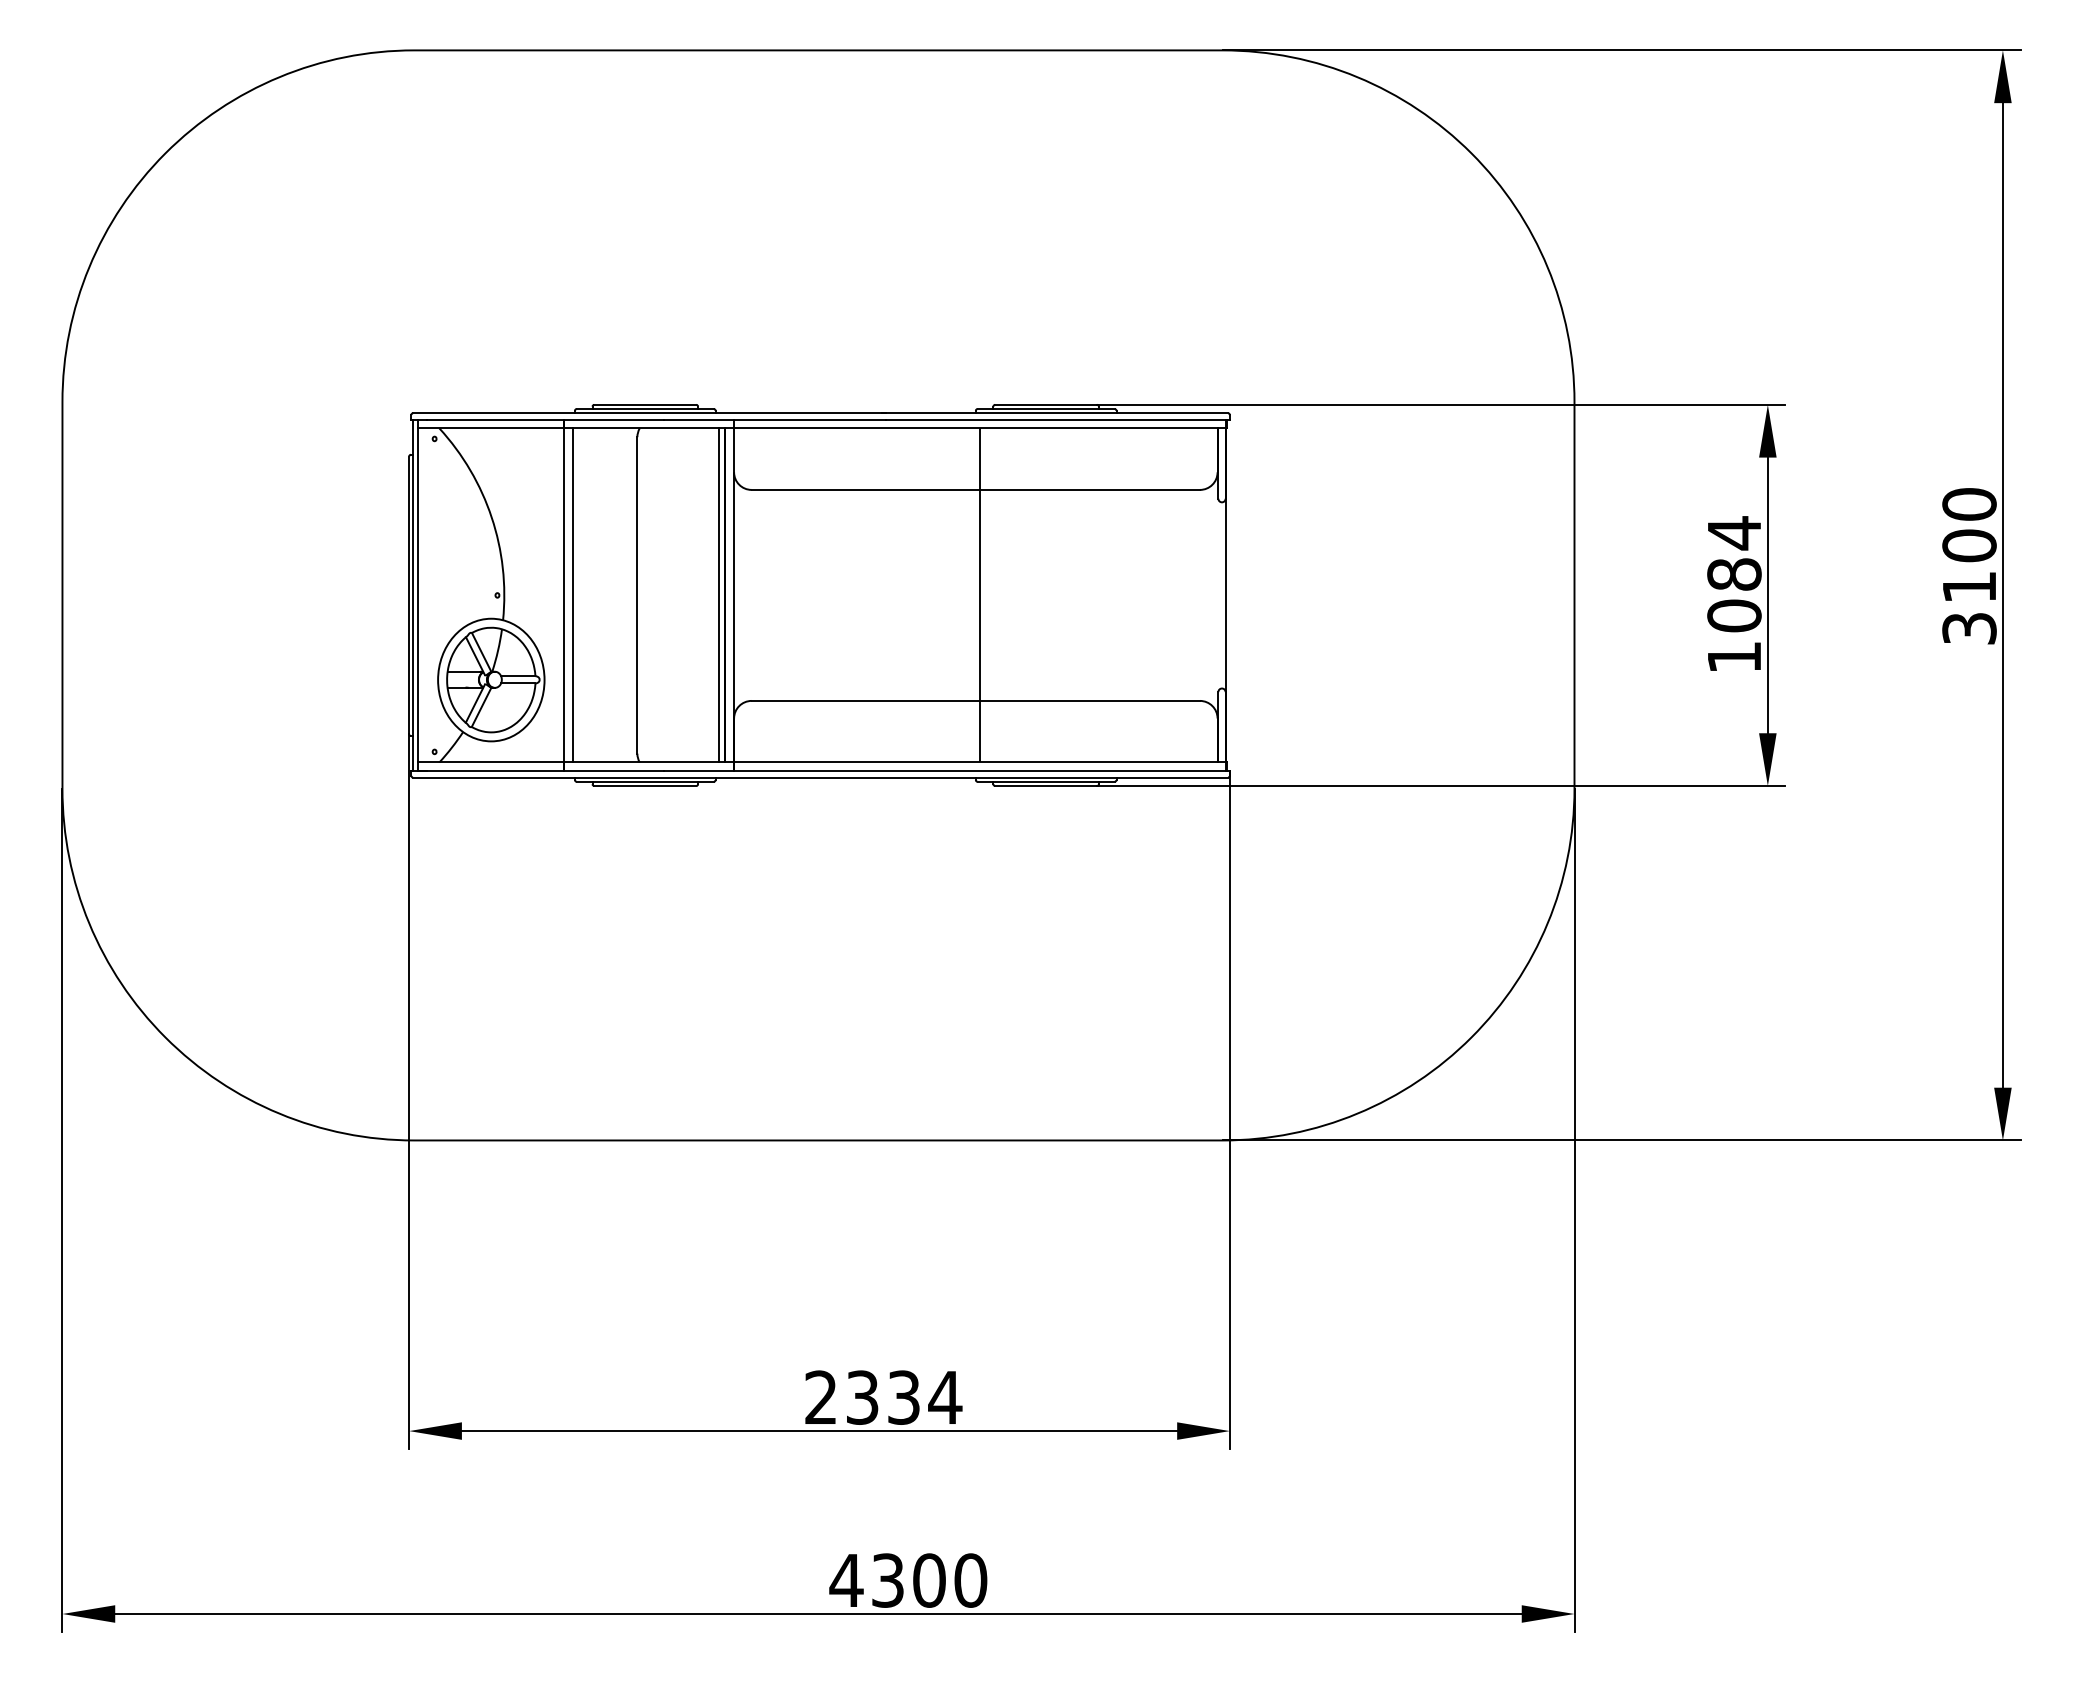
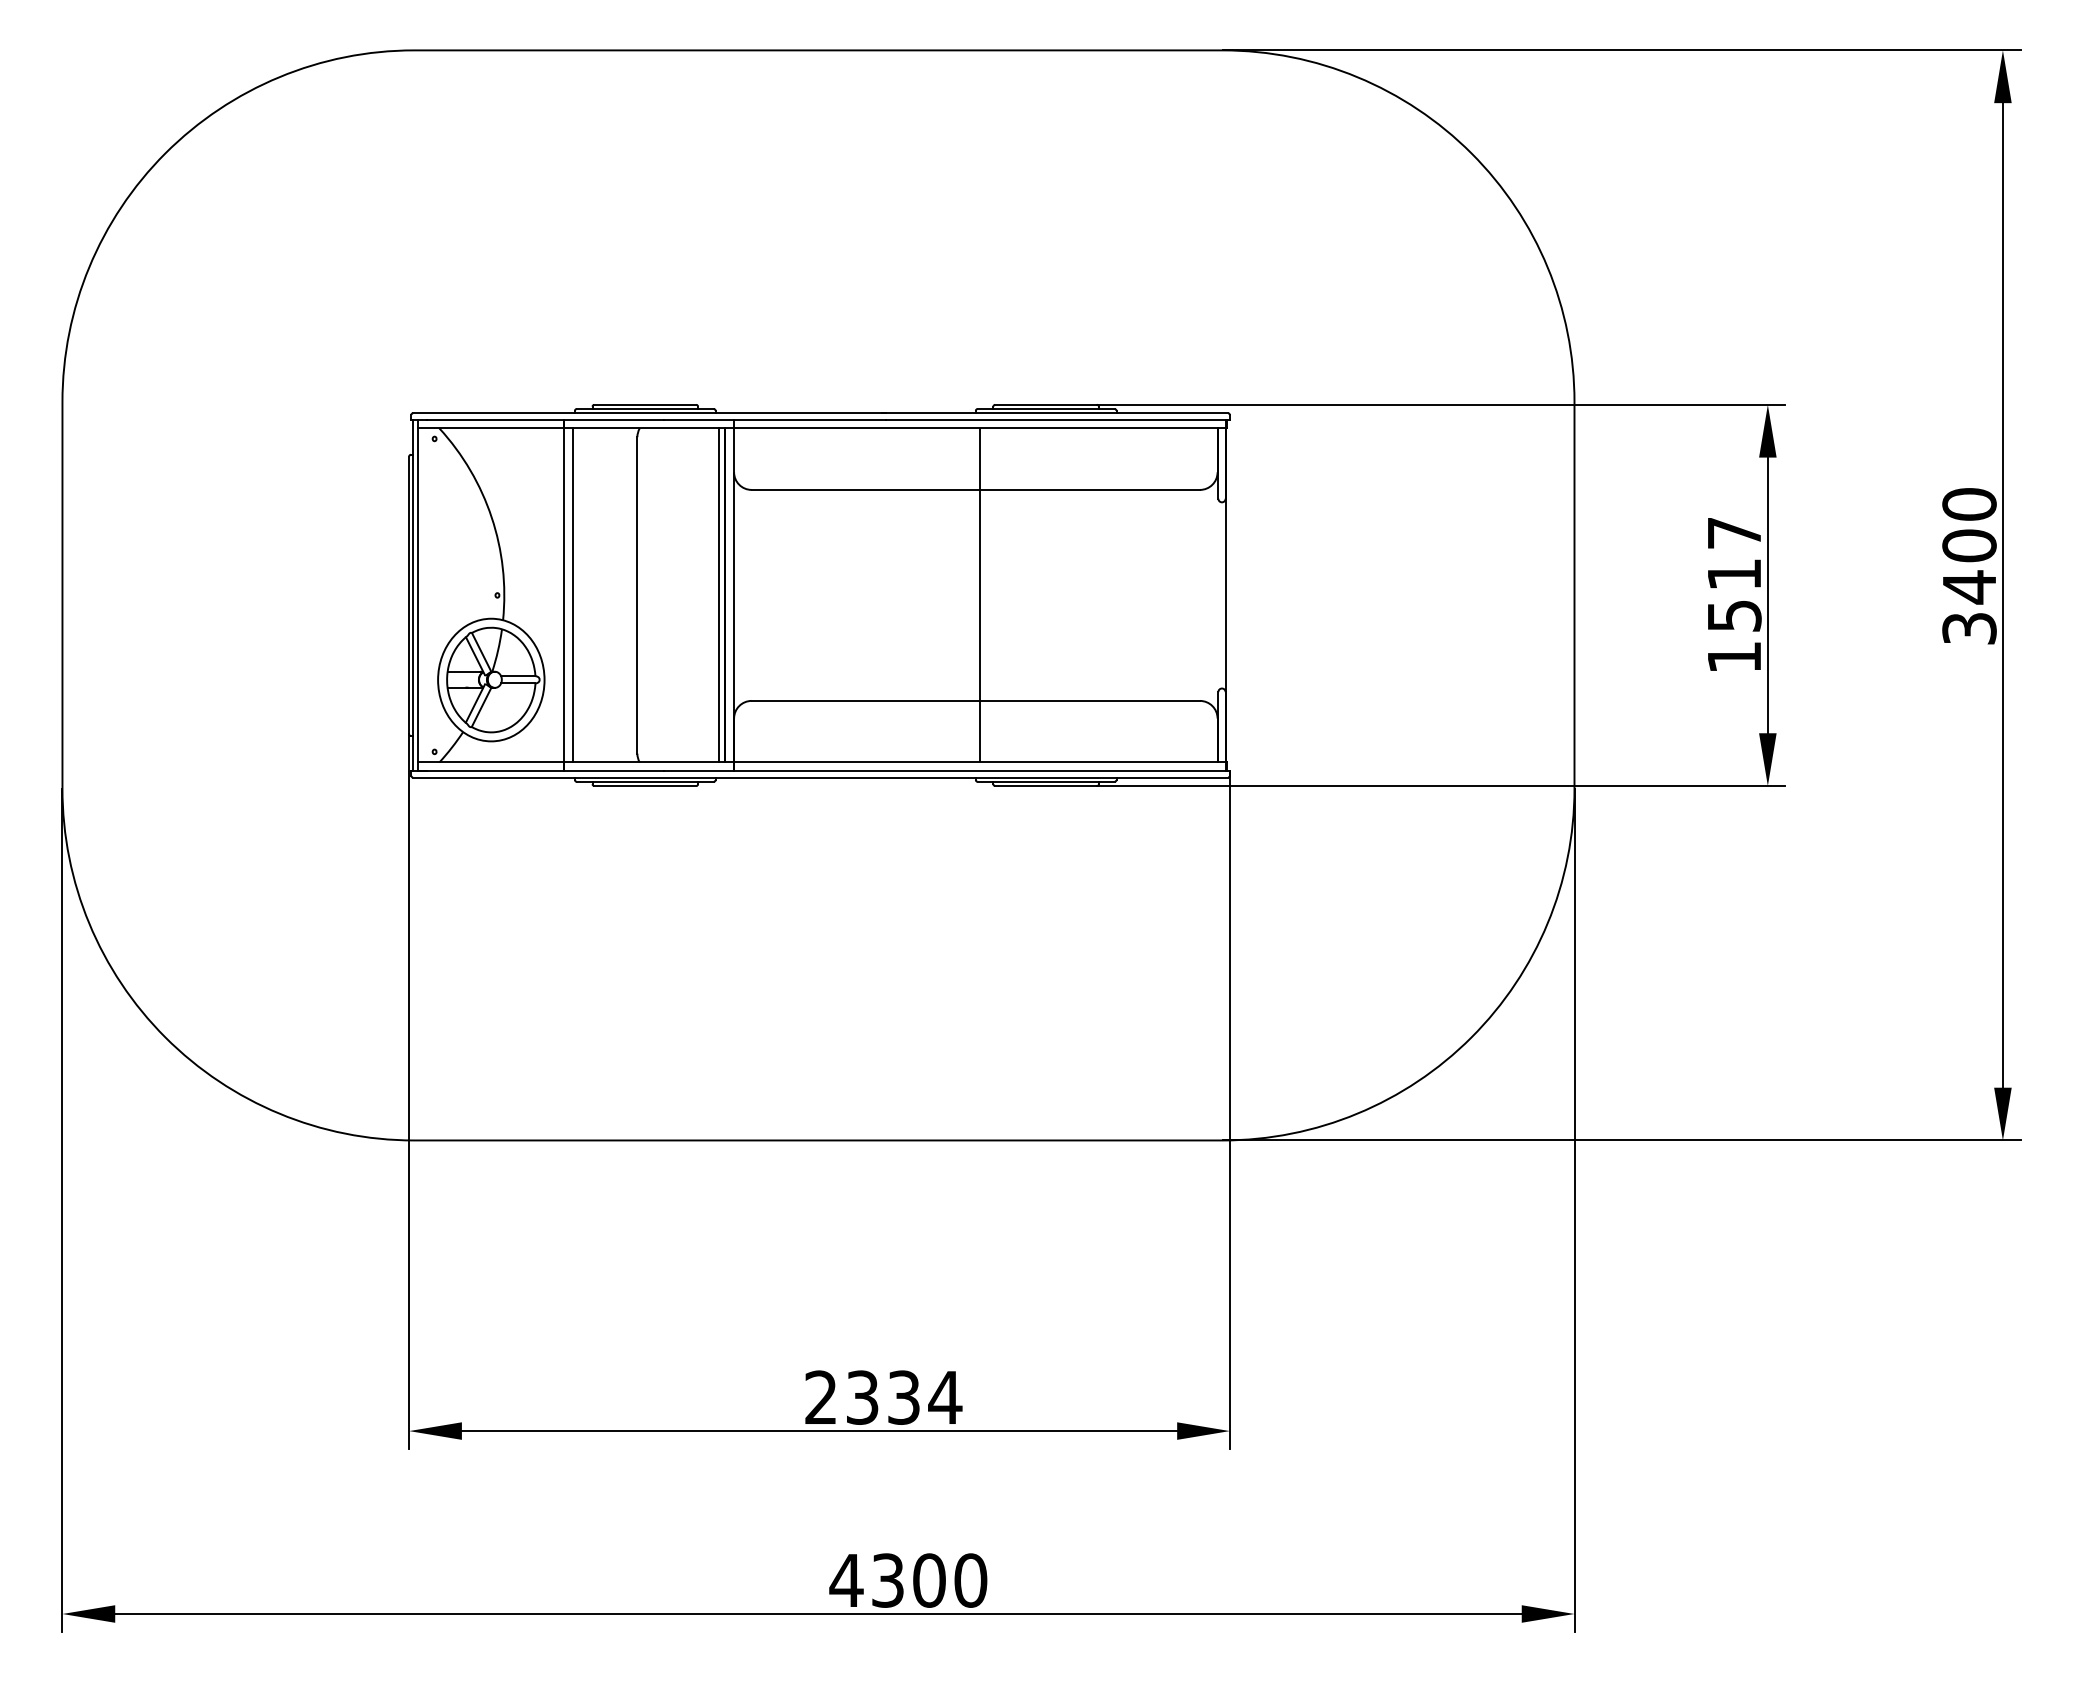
text at (1734, 574): 1084 -> 1517
text at (1969, 587): 3100 -> 3400
